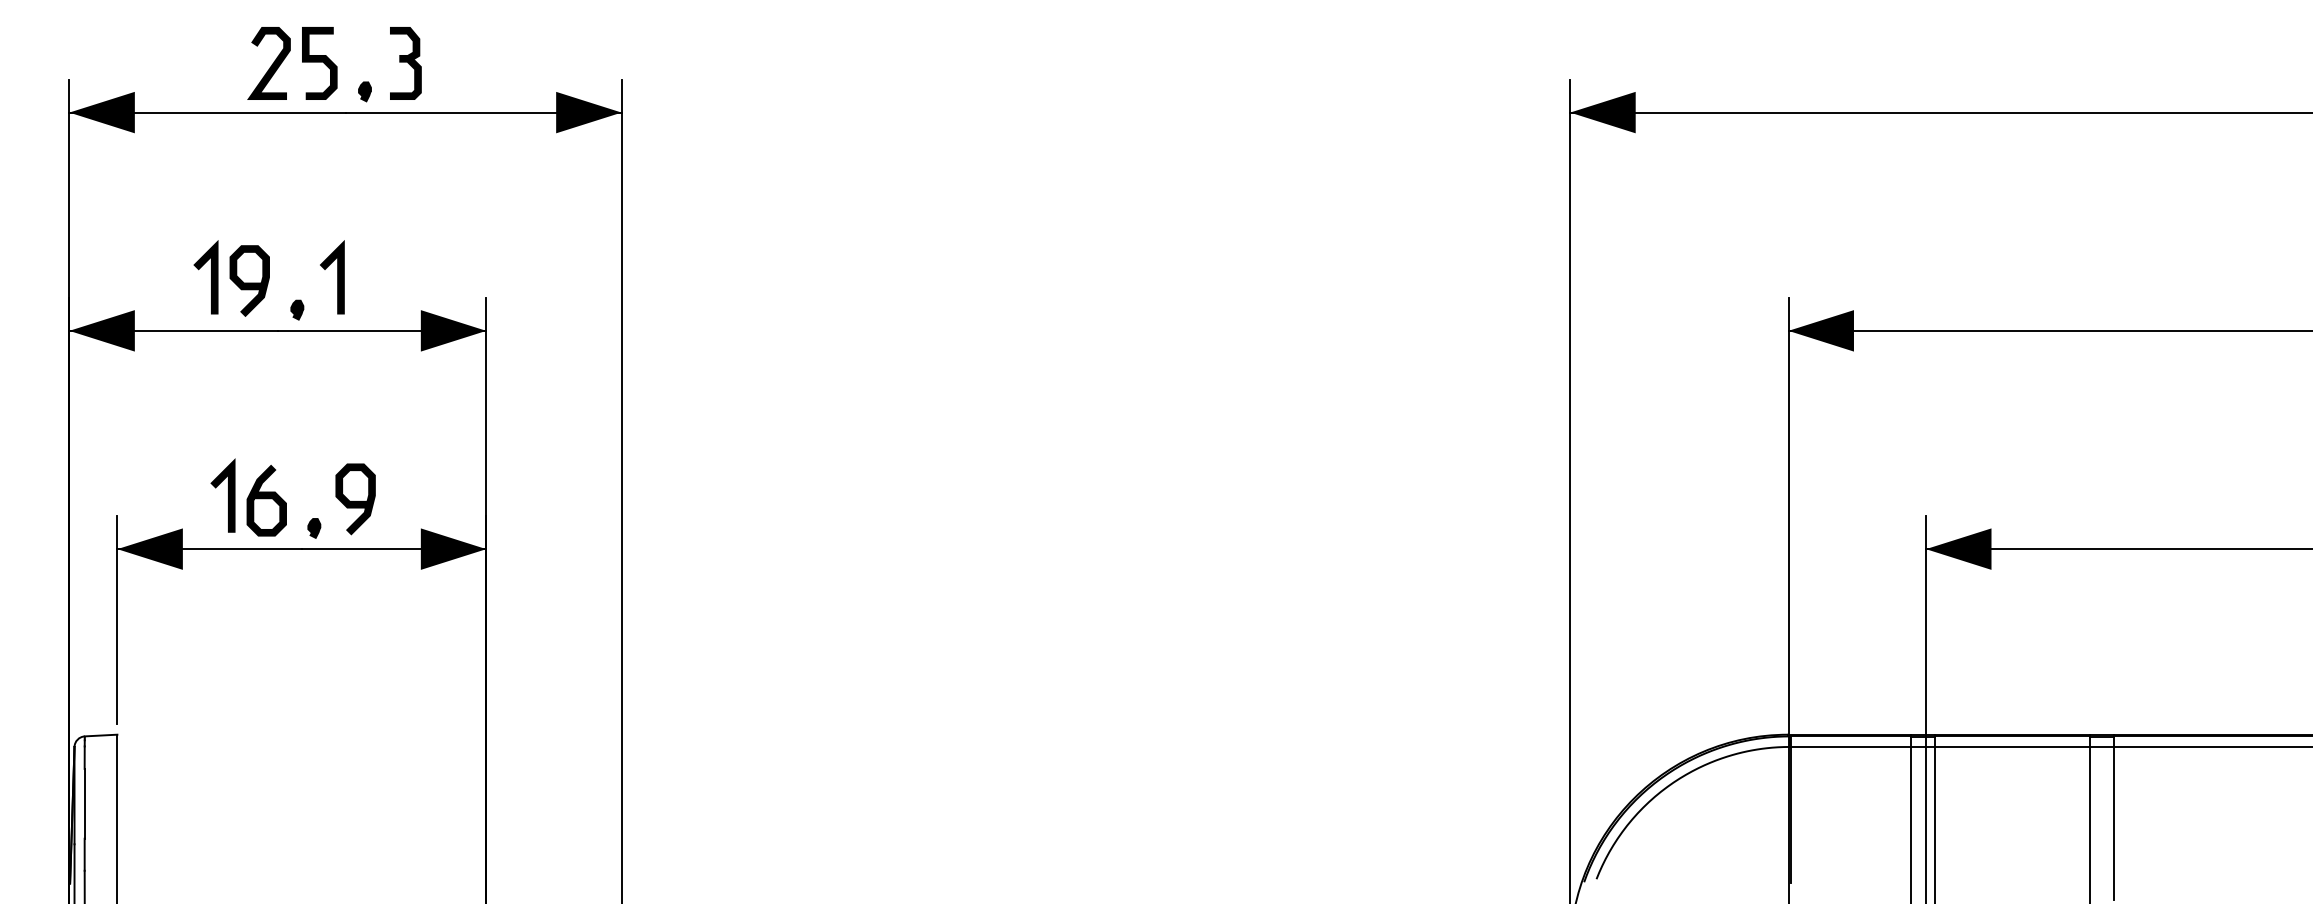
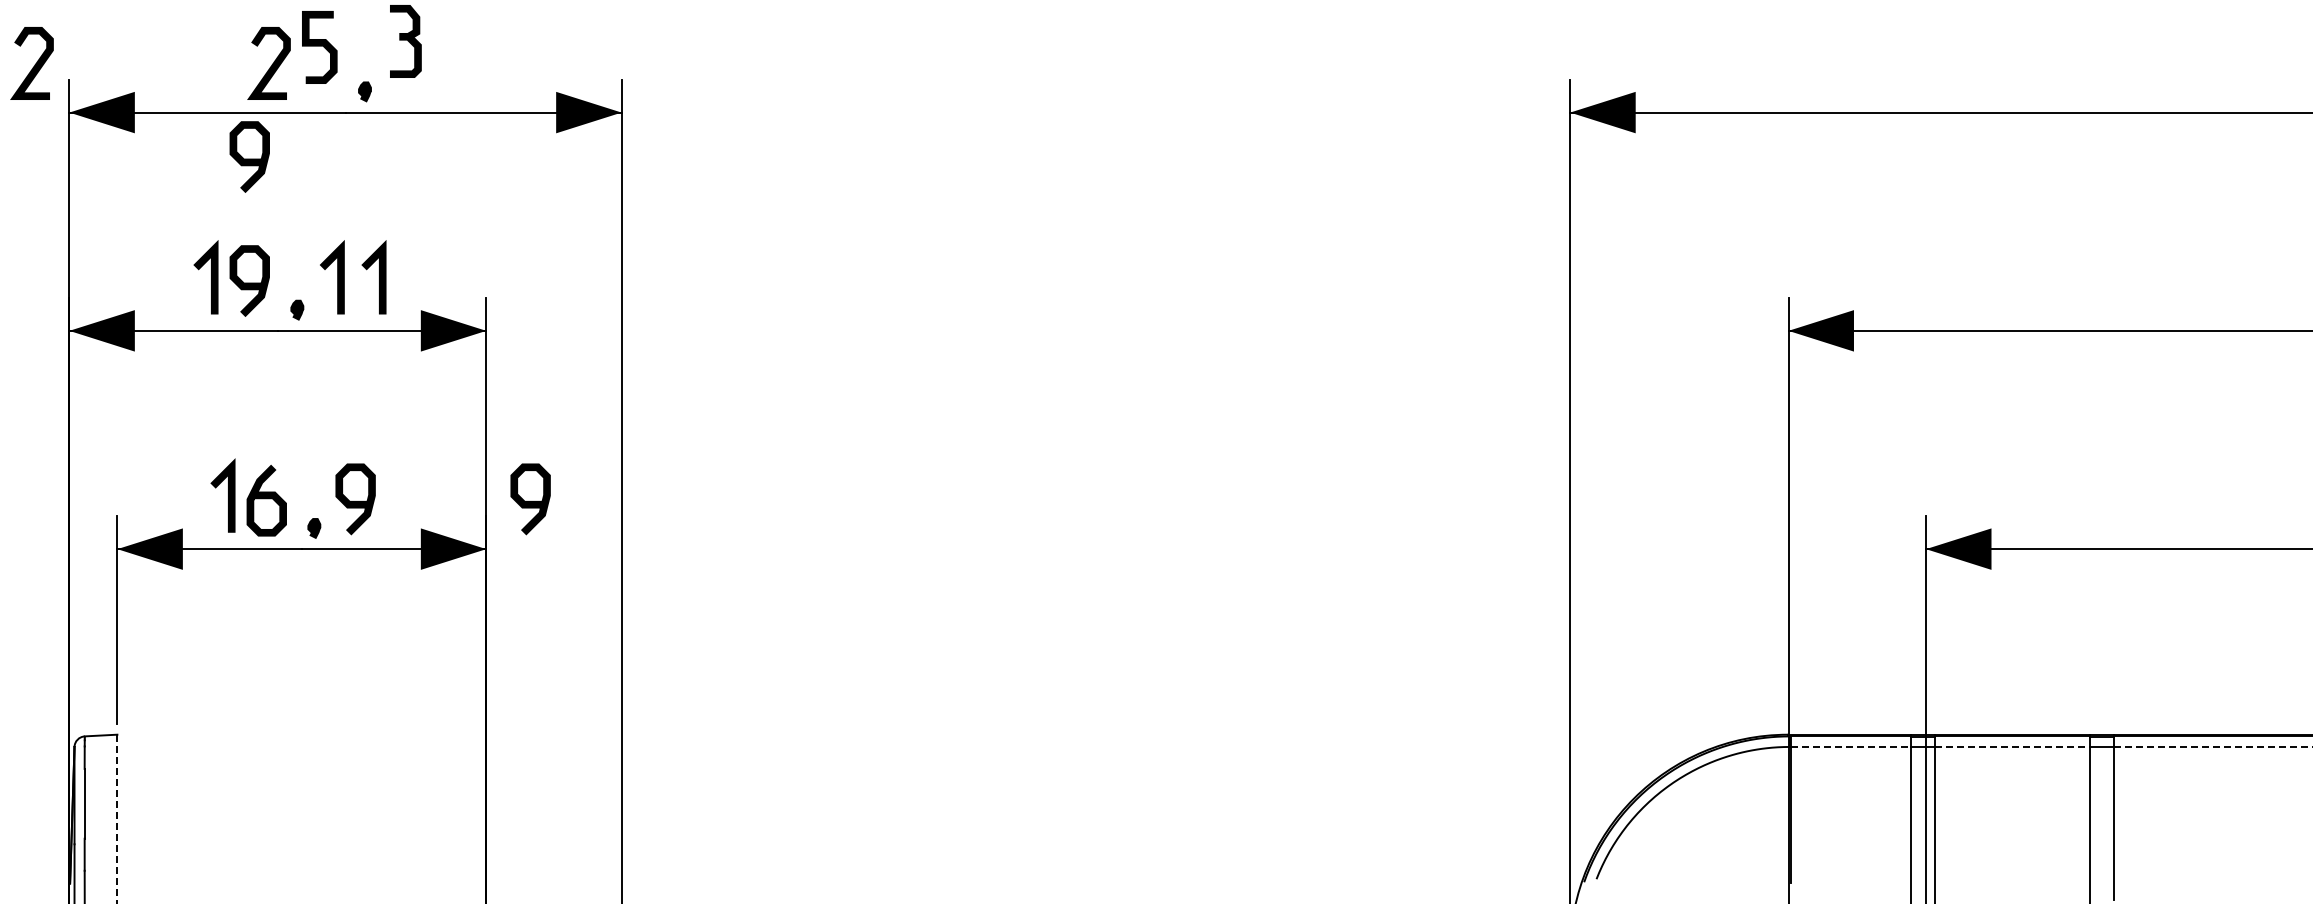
curve at (319, 62) position: (319, 62) -> (319, 46)
part at (405, 63) position: (405, 63) -> (405, 41)
curve at (34, 64): none -> present
curve at (249, 158): none -> present
line at (379, 277): none -> present
curve at (530, 501): none -> present
line at (1851, 746): solid -> dashed
line at (2012, 746): solid -> dashed
line at (2213, 746): solid -> dashed
line at (117, 819): solid -> dashed
